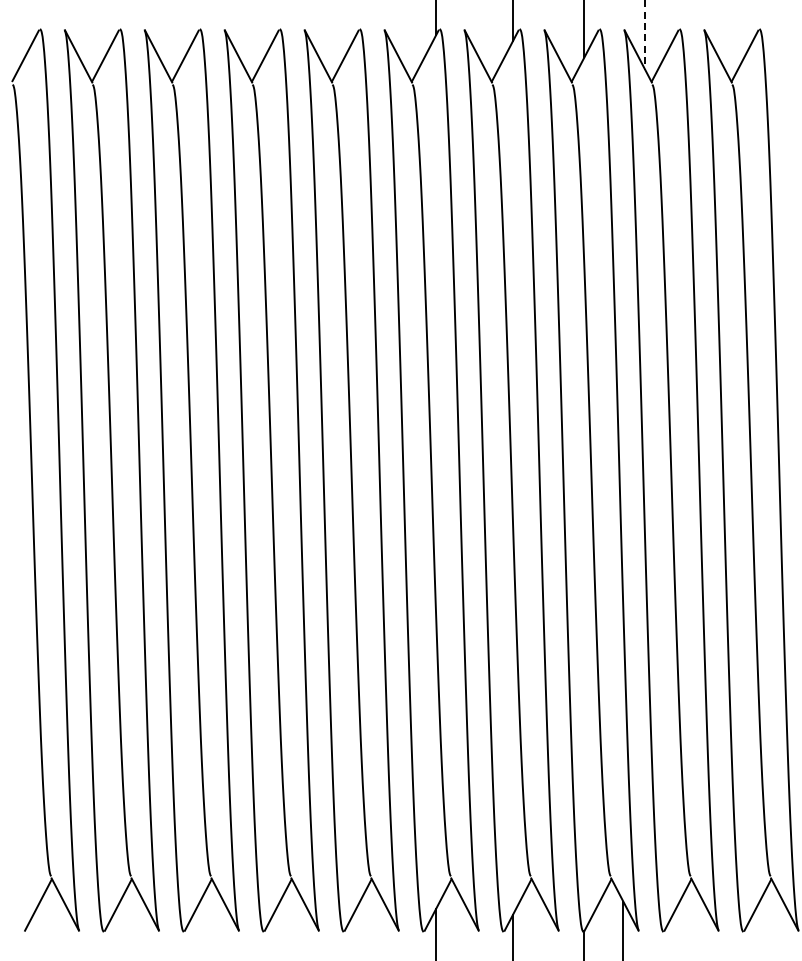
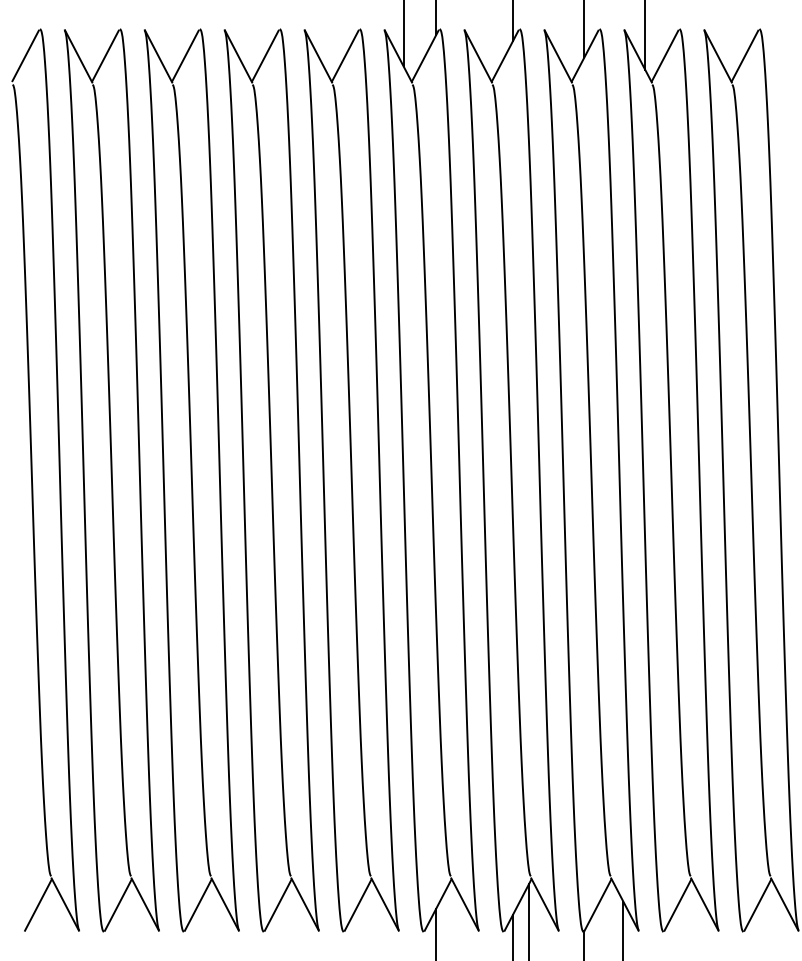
line at (403, 34): none -> present
line at (645, 35): dashed -> solid
line at (529, 920): none -> present
